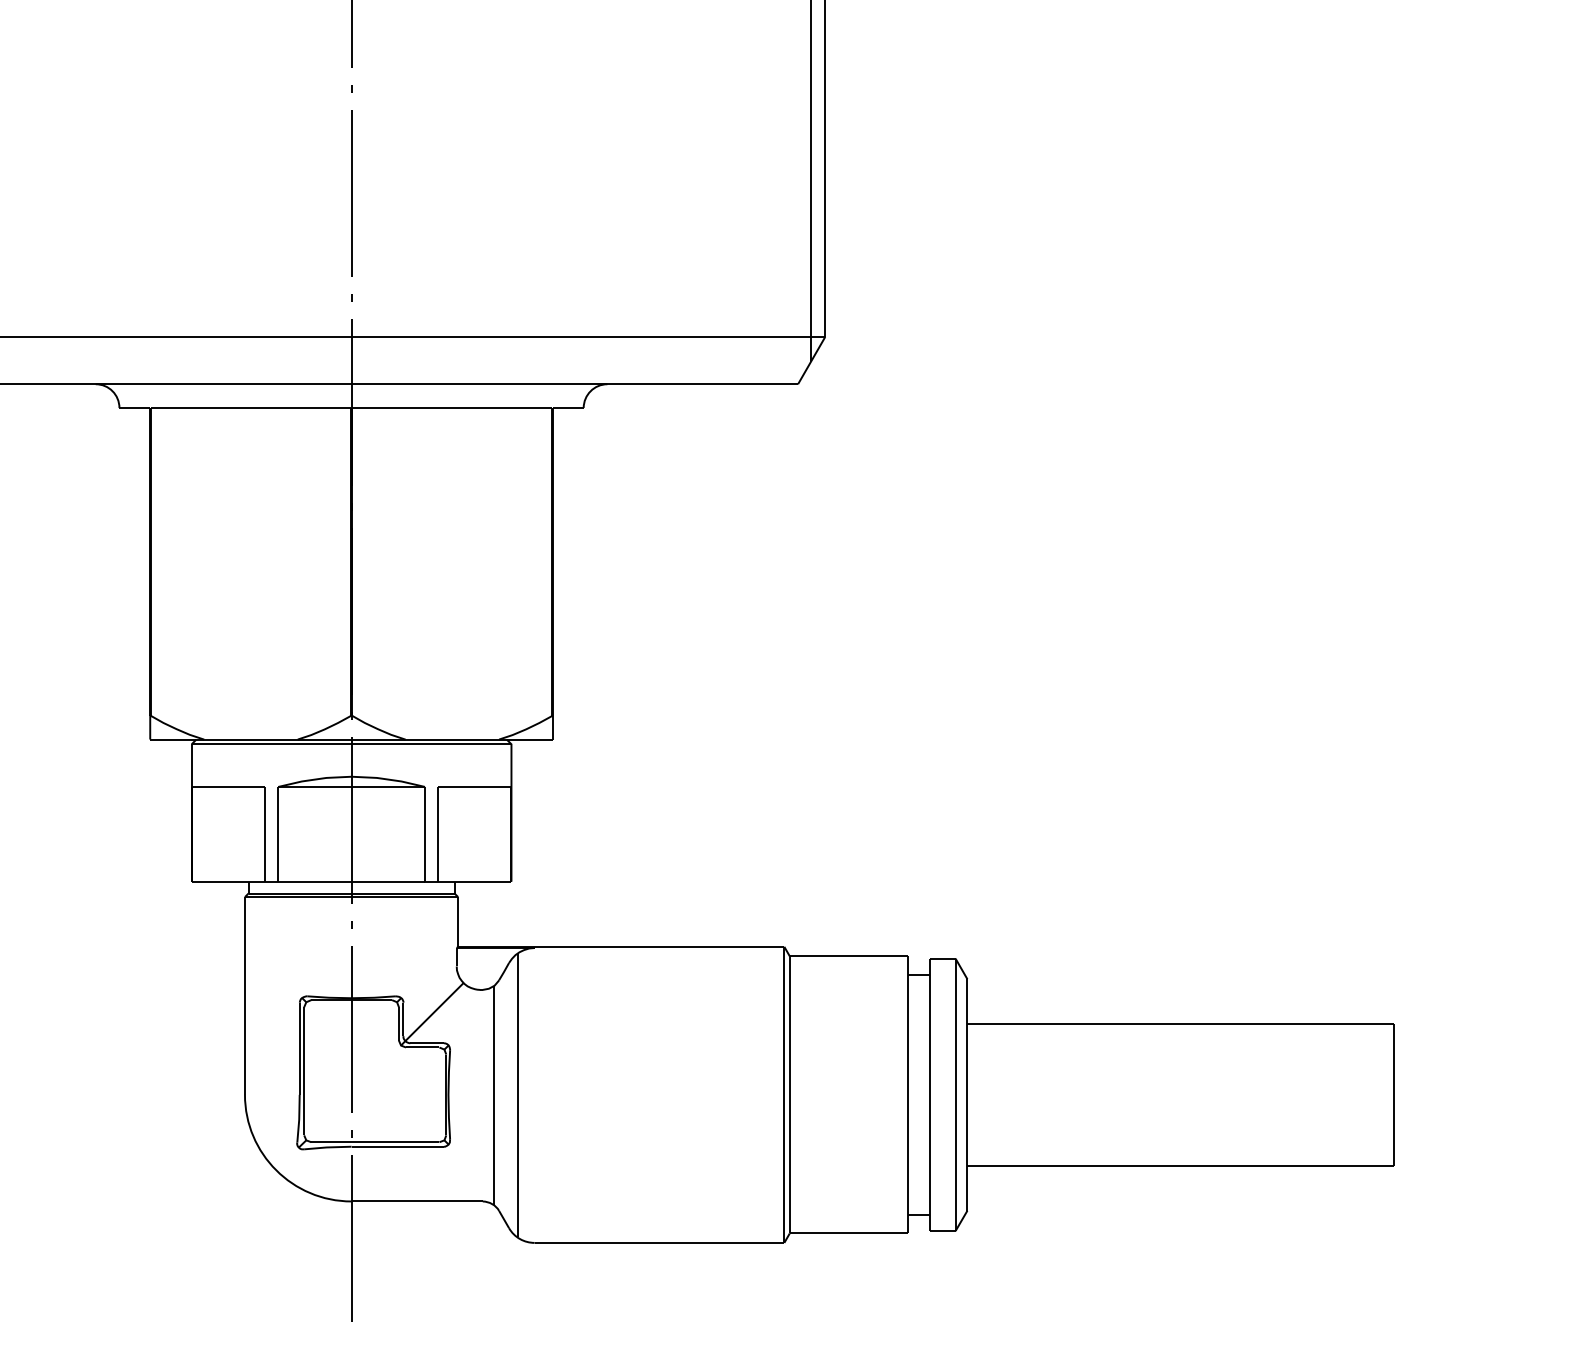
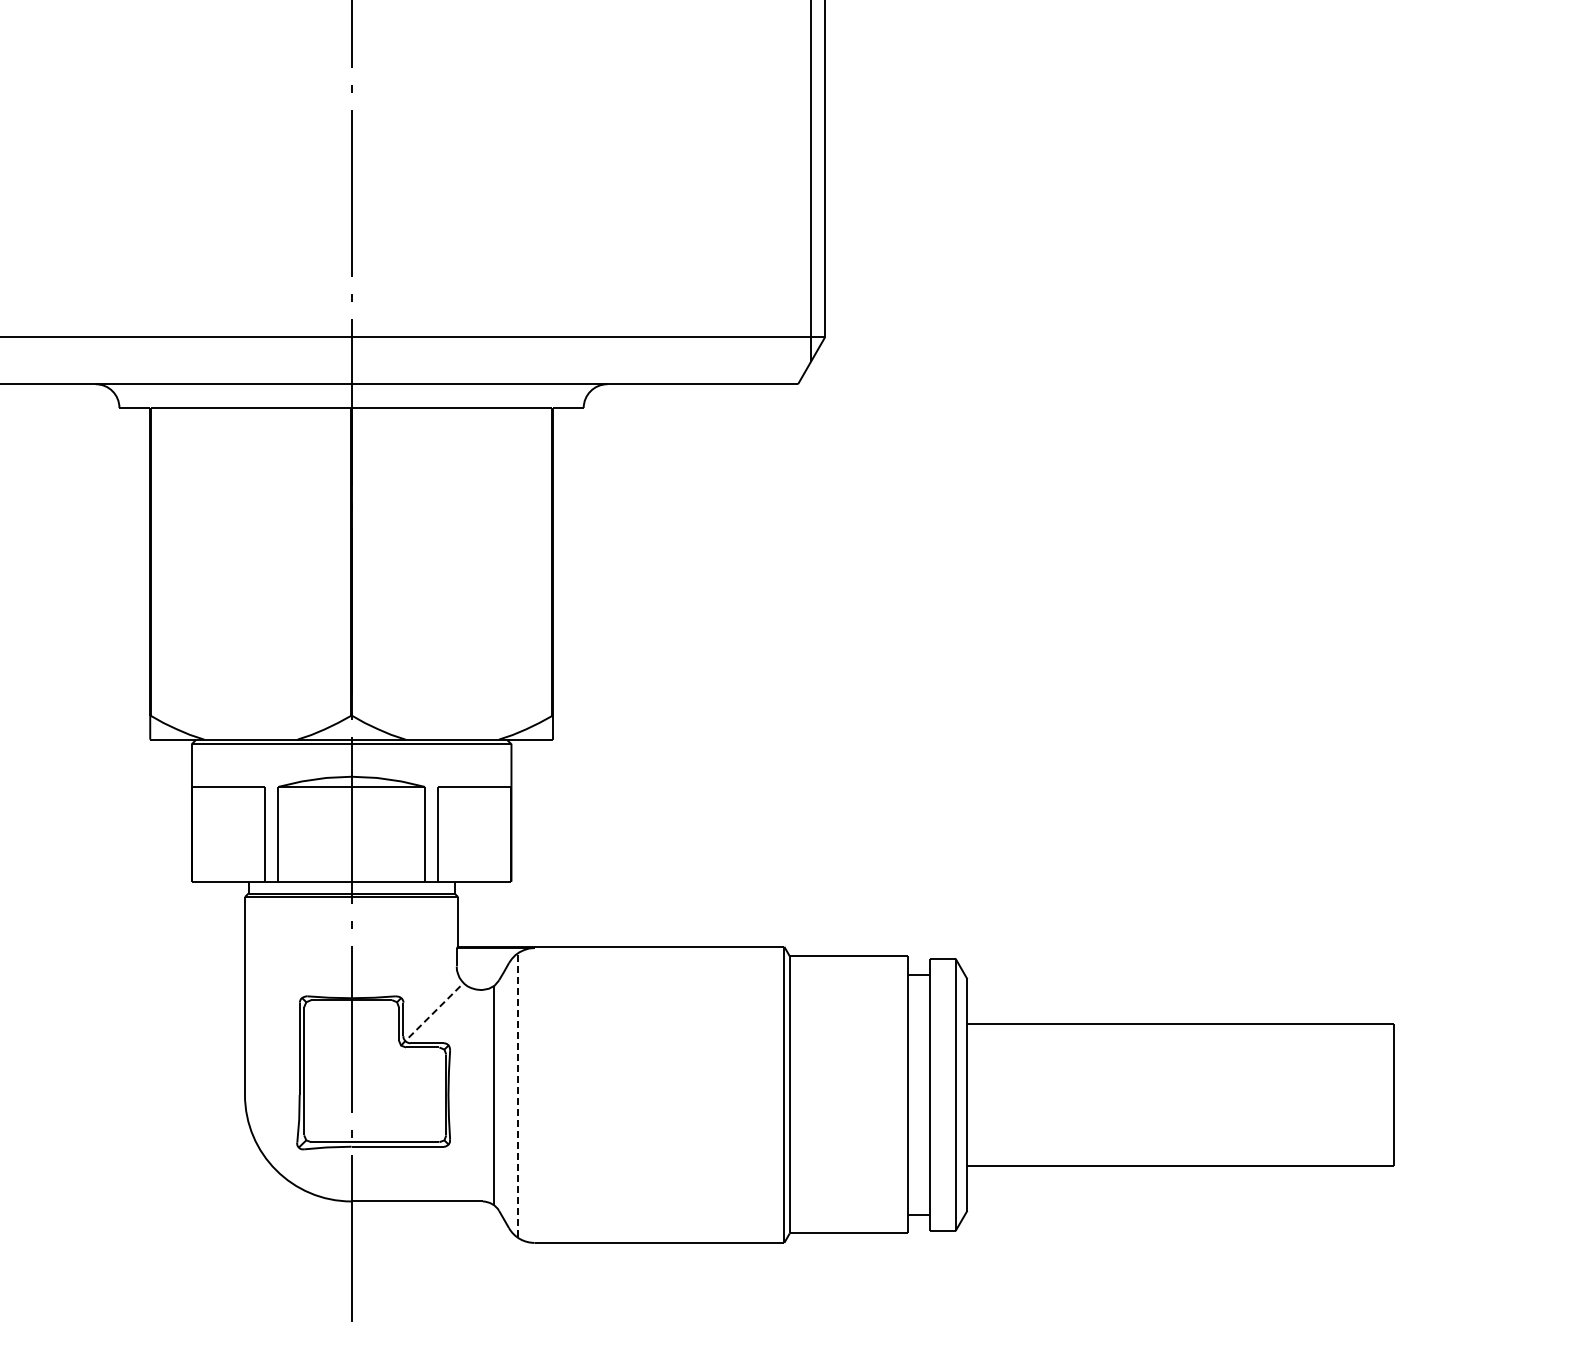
line at (432, 1014): solid -> dashed
line at (517, 1094): solid -> dashed
